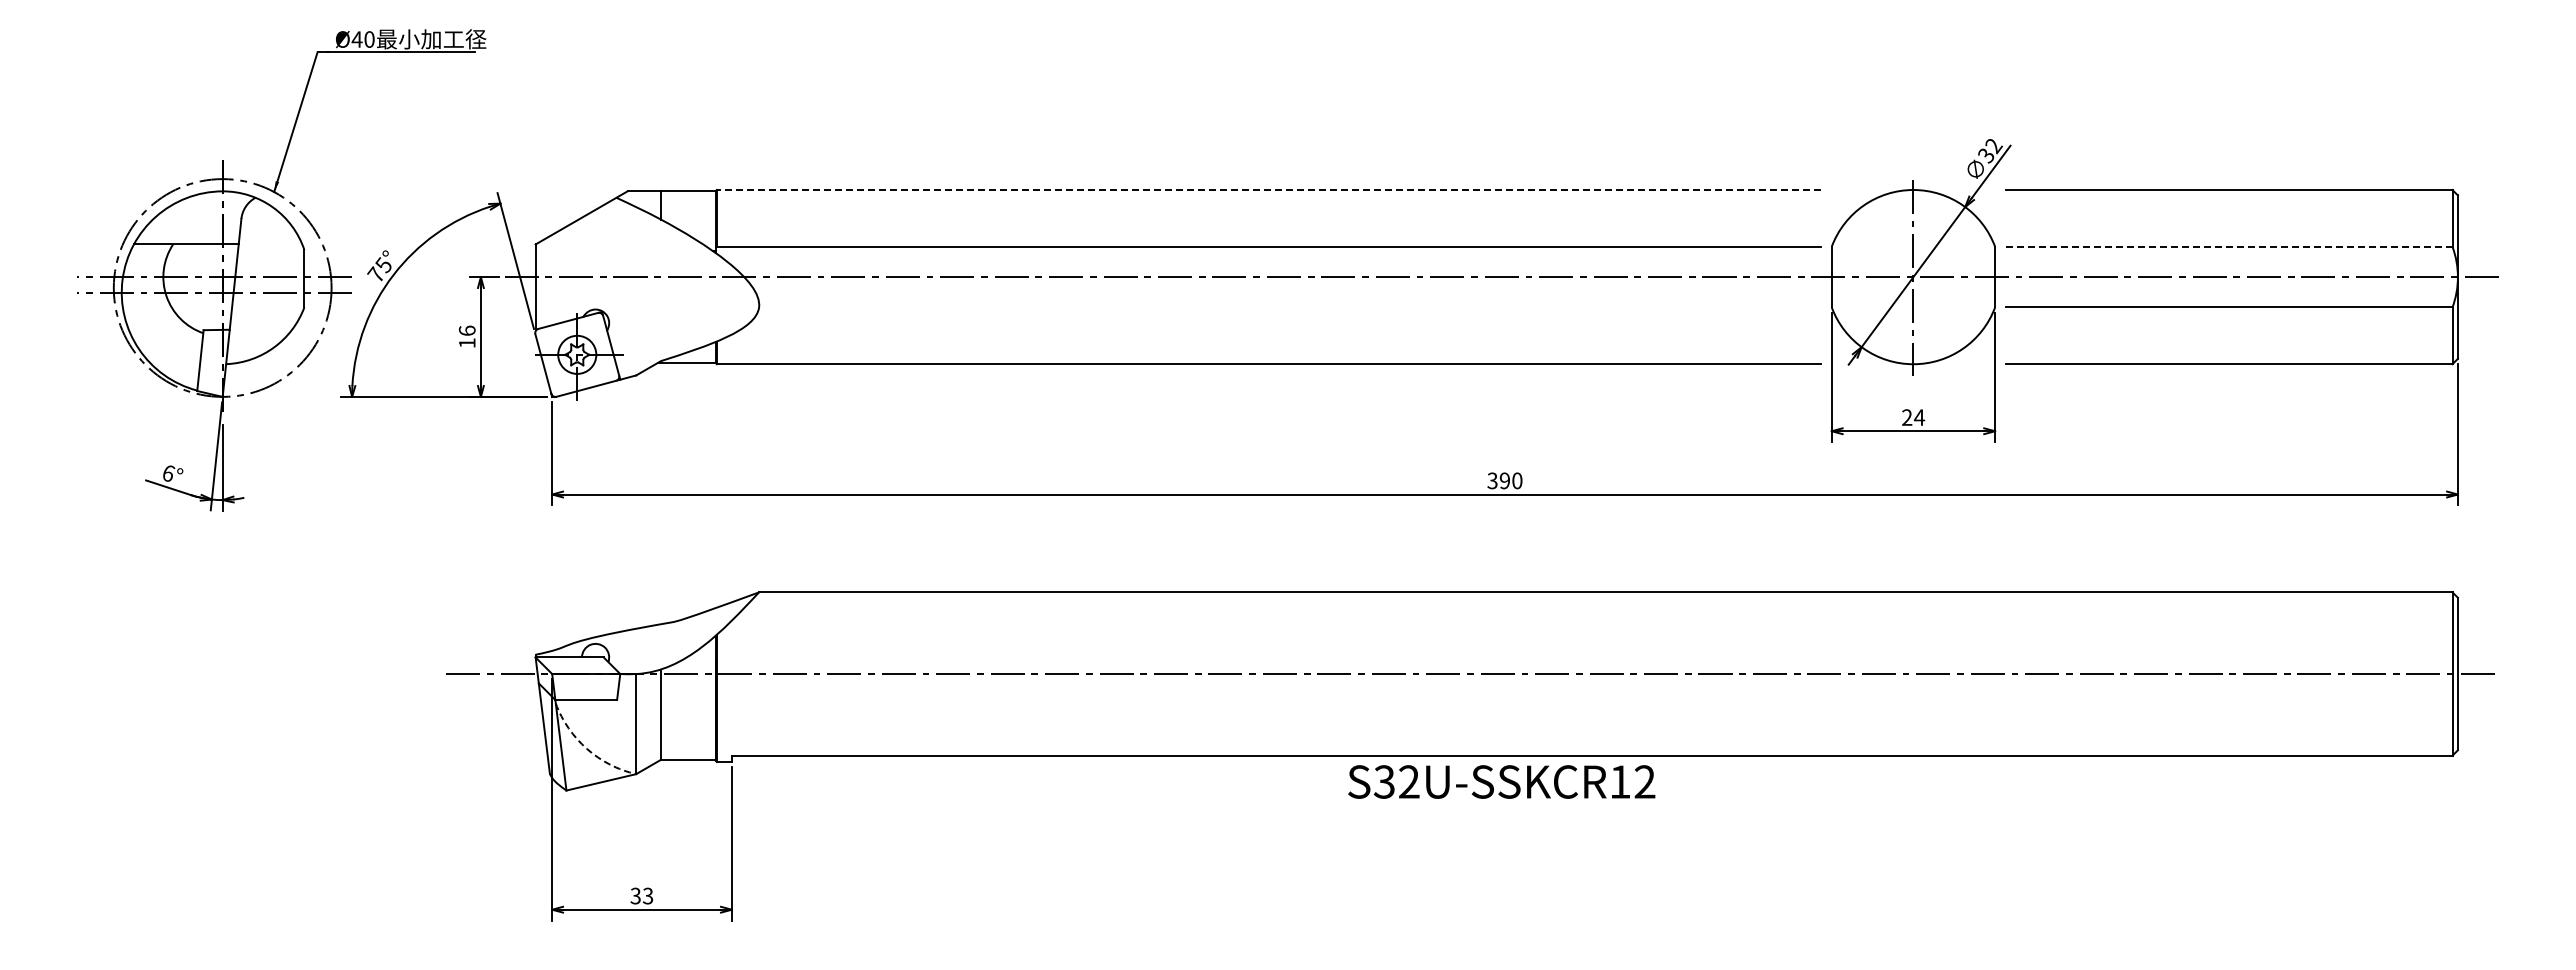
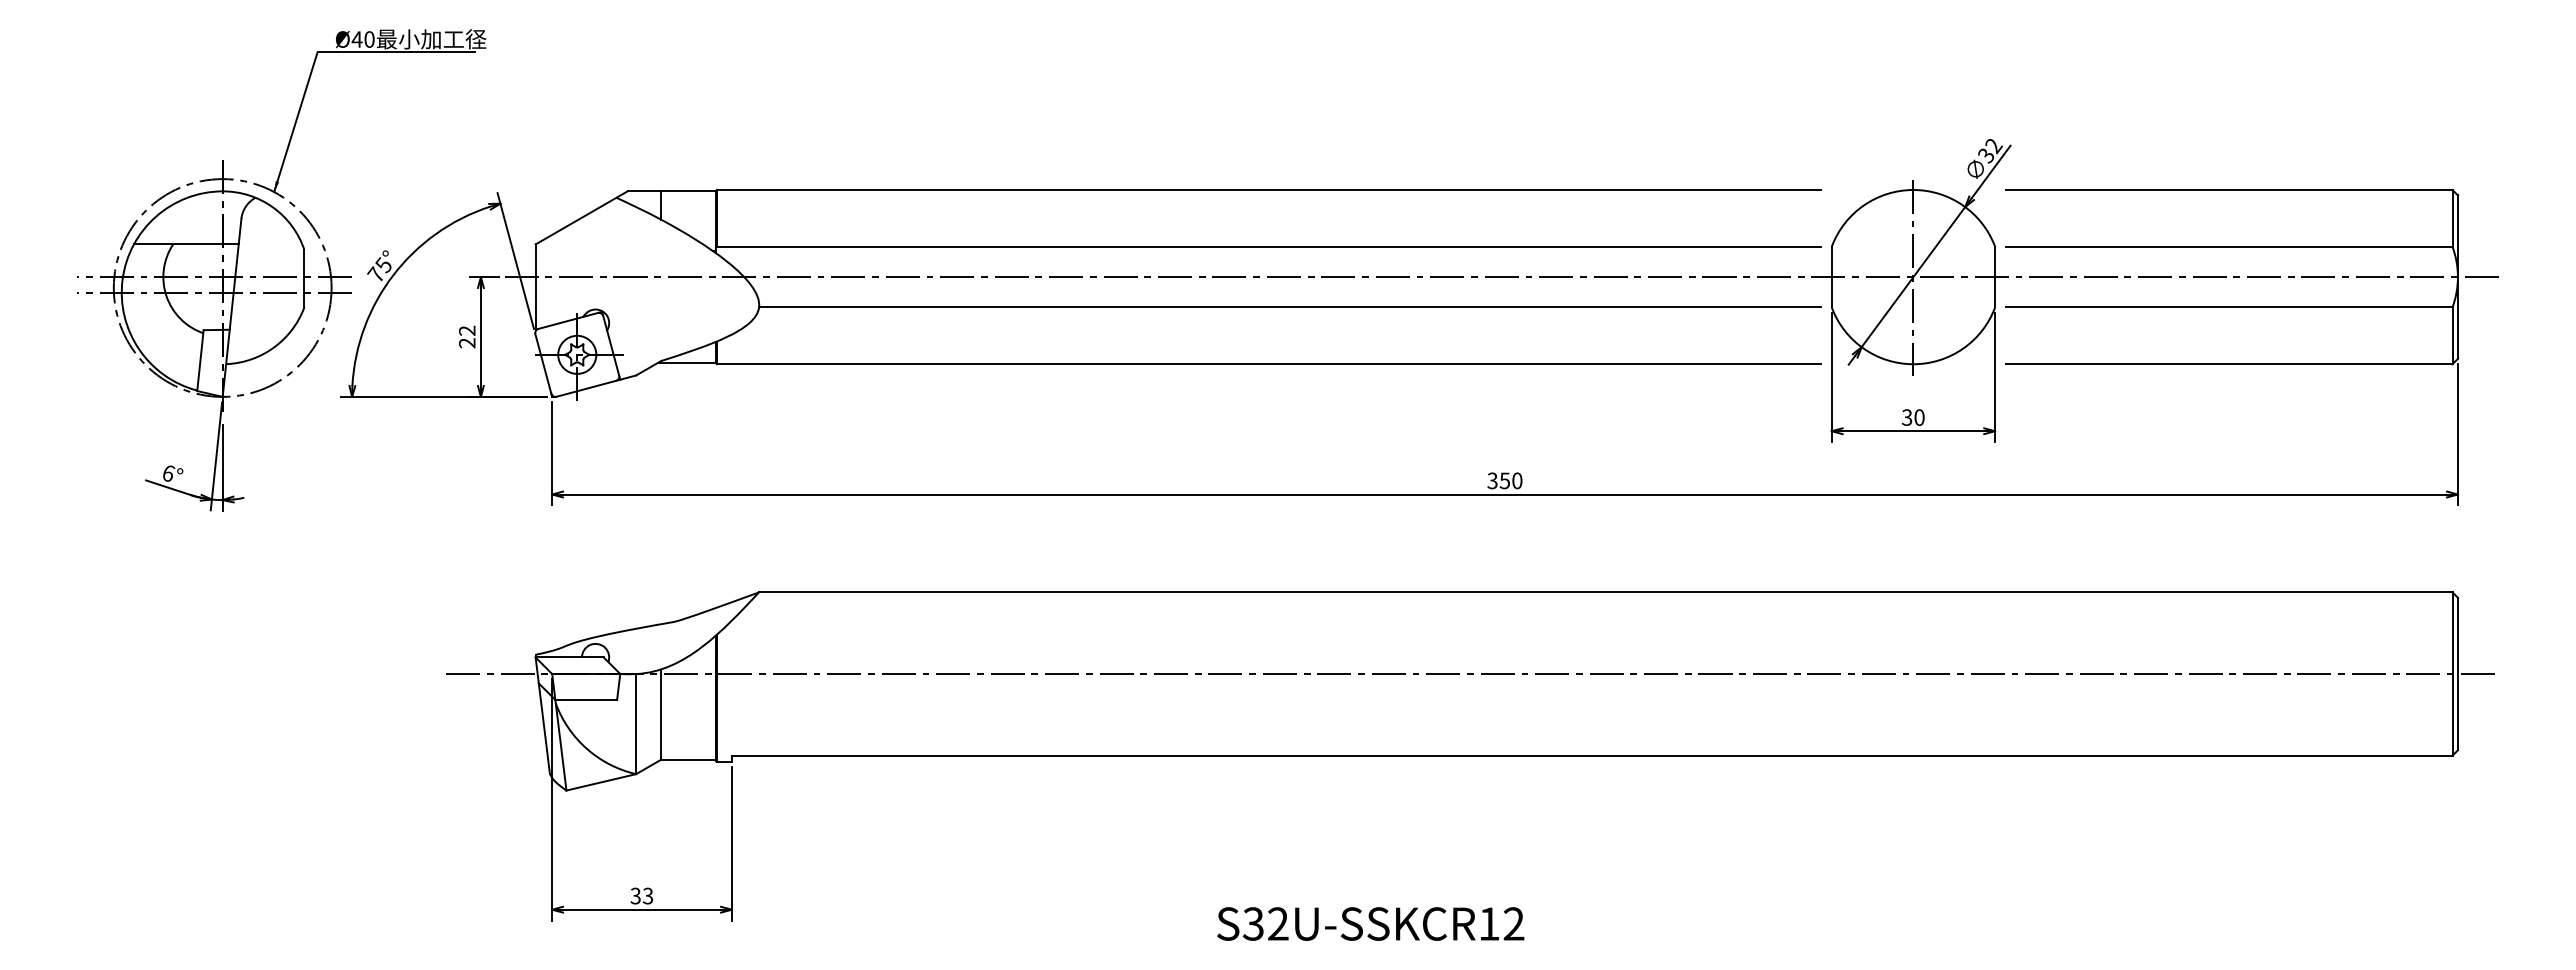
line at (1268, 190): dashed -> solid
line at (2228, 246): dashed -> solid
line at (1289, 307): none -> present
text at (466, 336): 16 -> 22
text at (1913, 417): 24 -> 30
text at (1504, 480): 390 -> 350
arc at (587, 749): dashed -> solid
text at (1501, 781) position: (1501, 781) -> (1370, 923)
